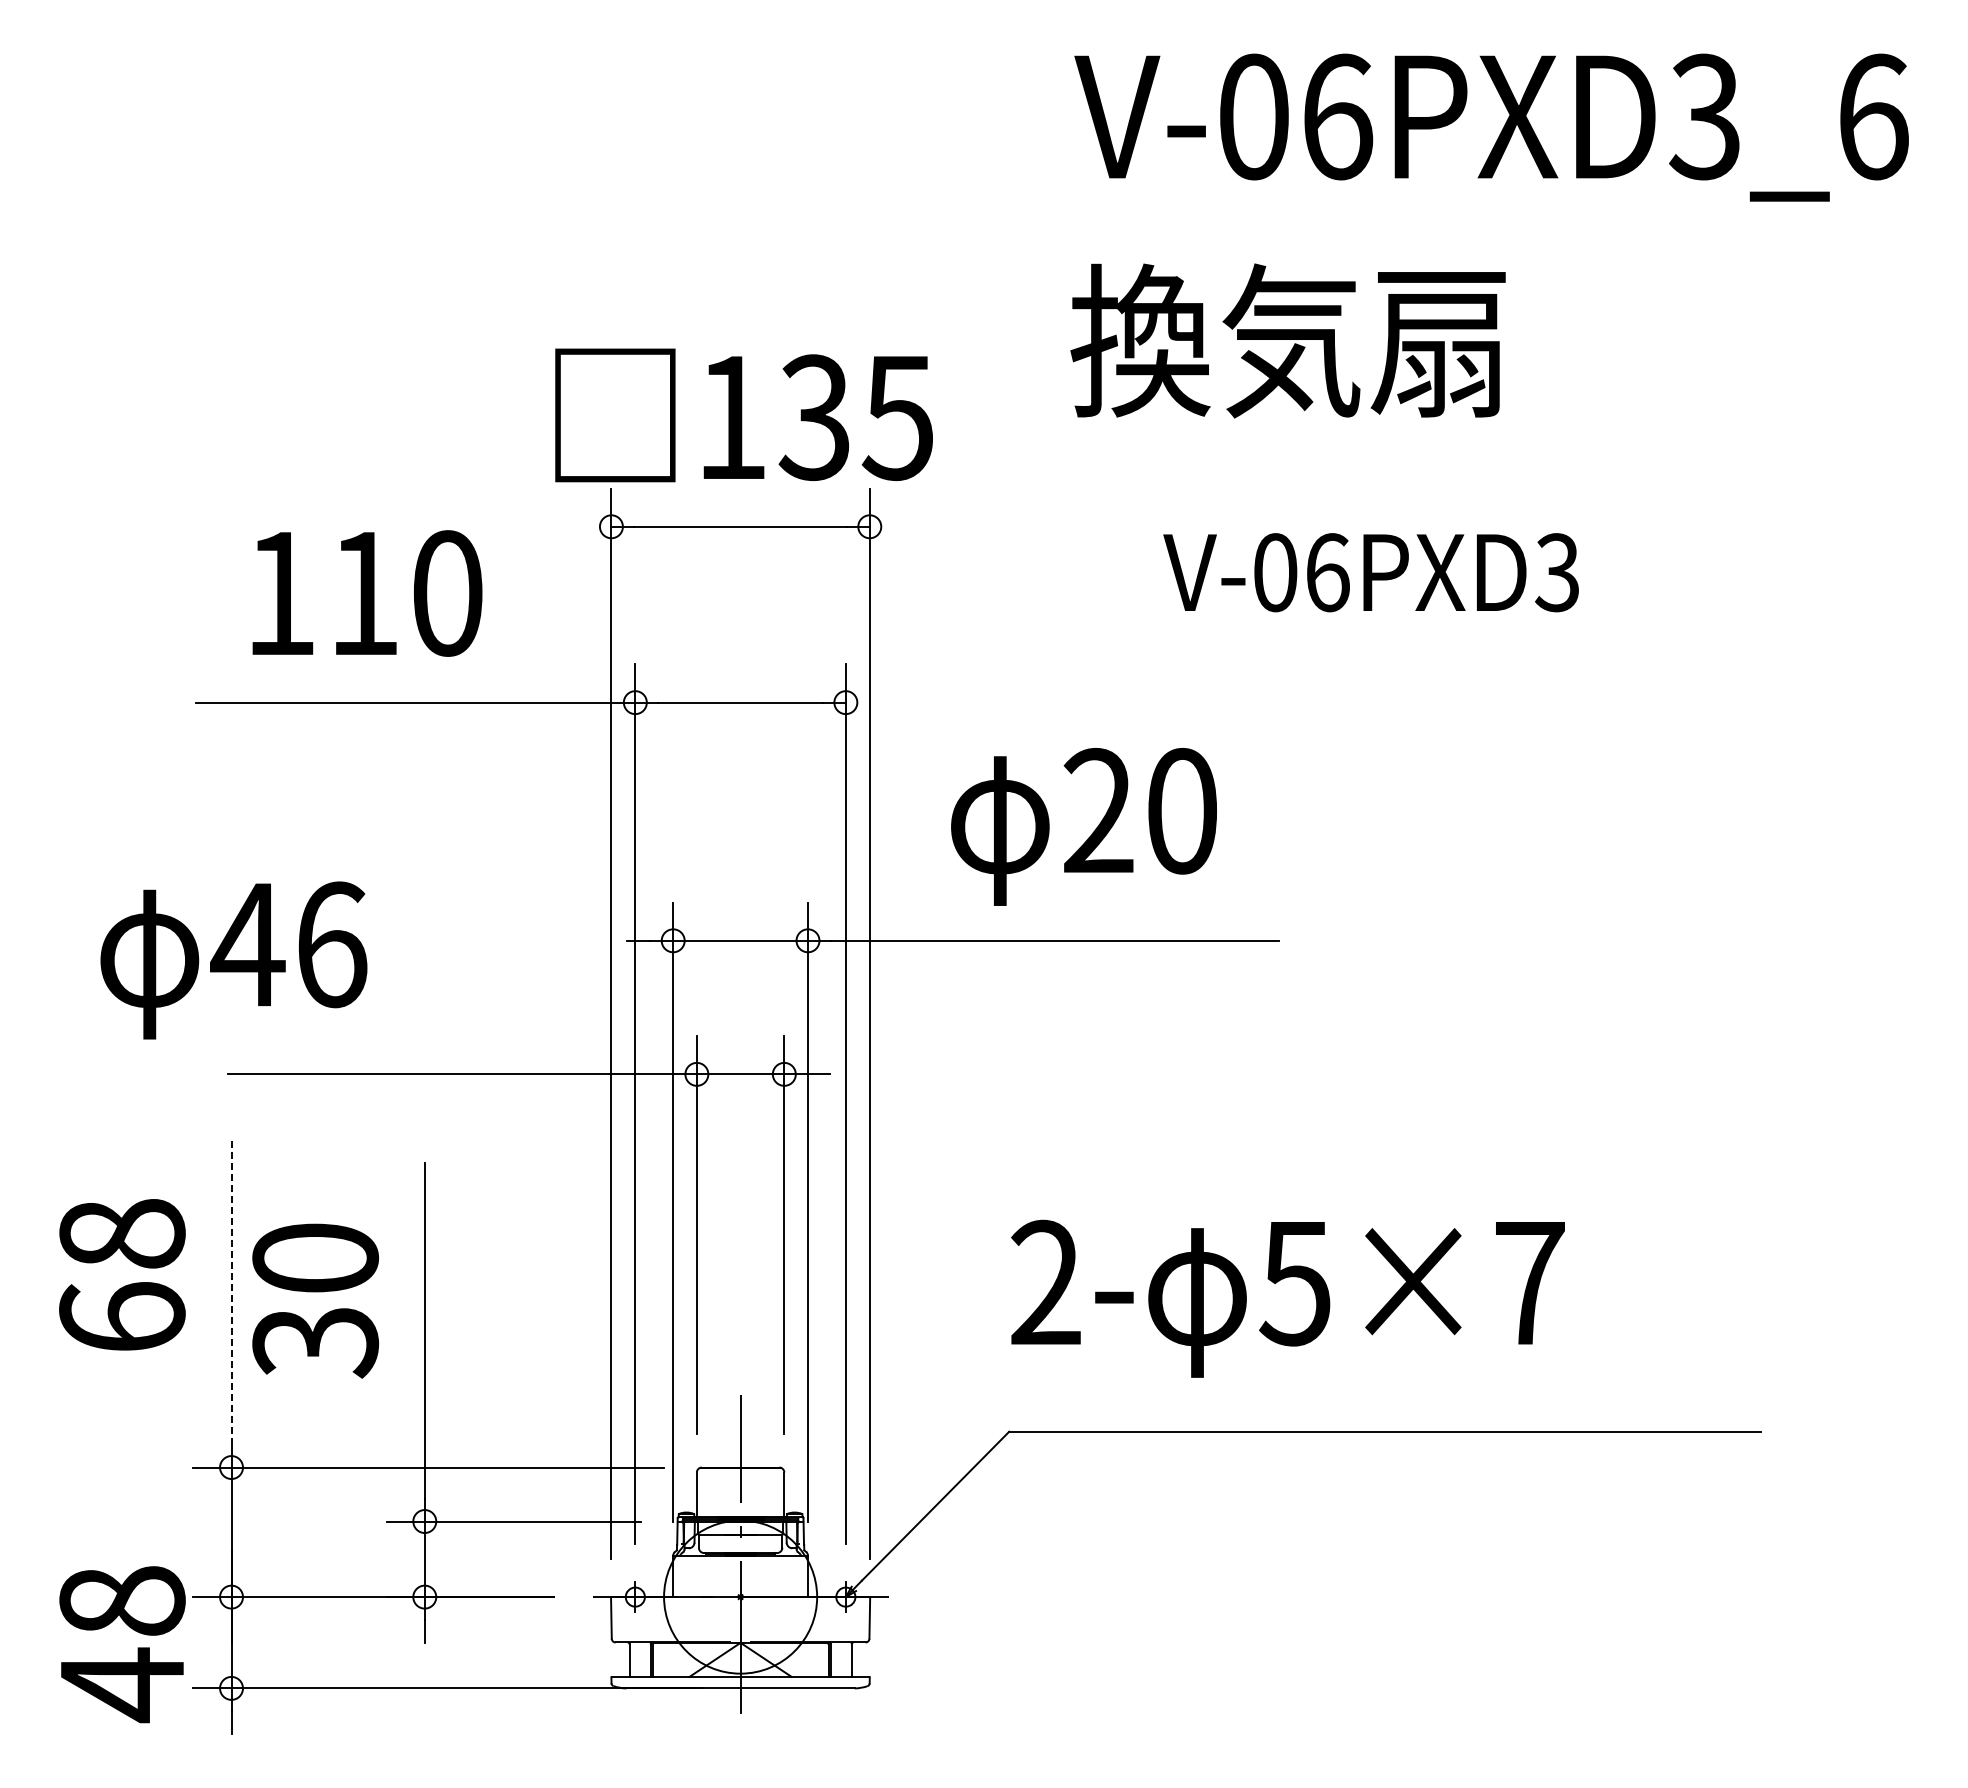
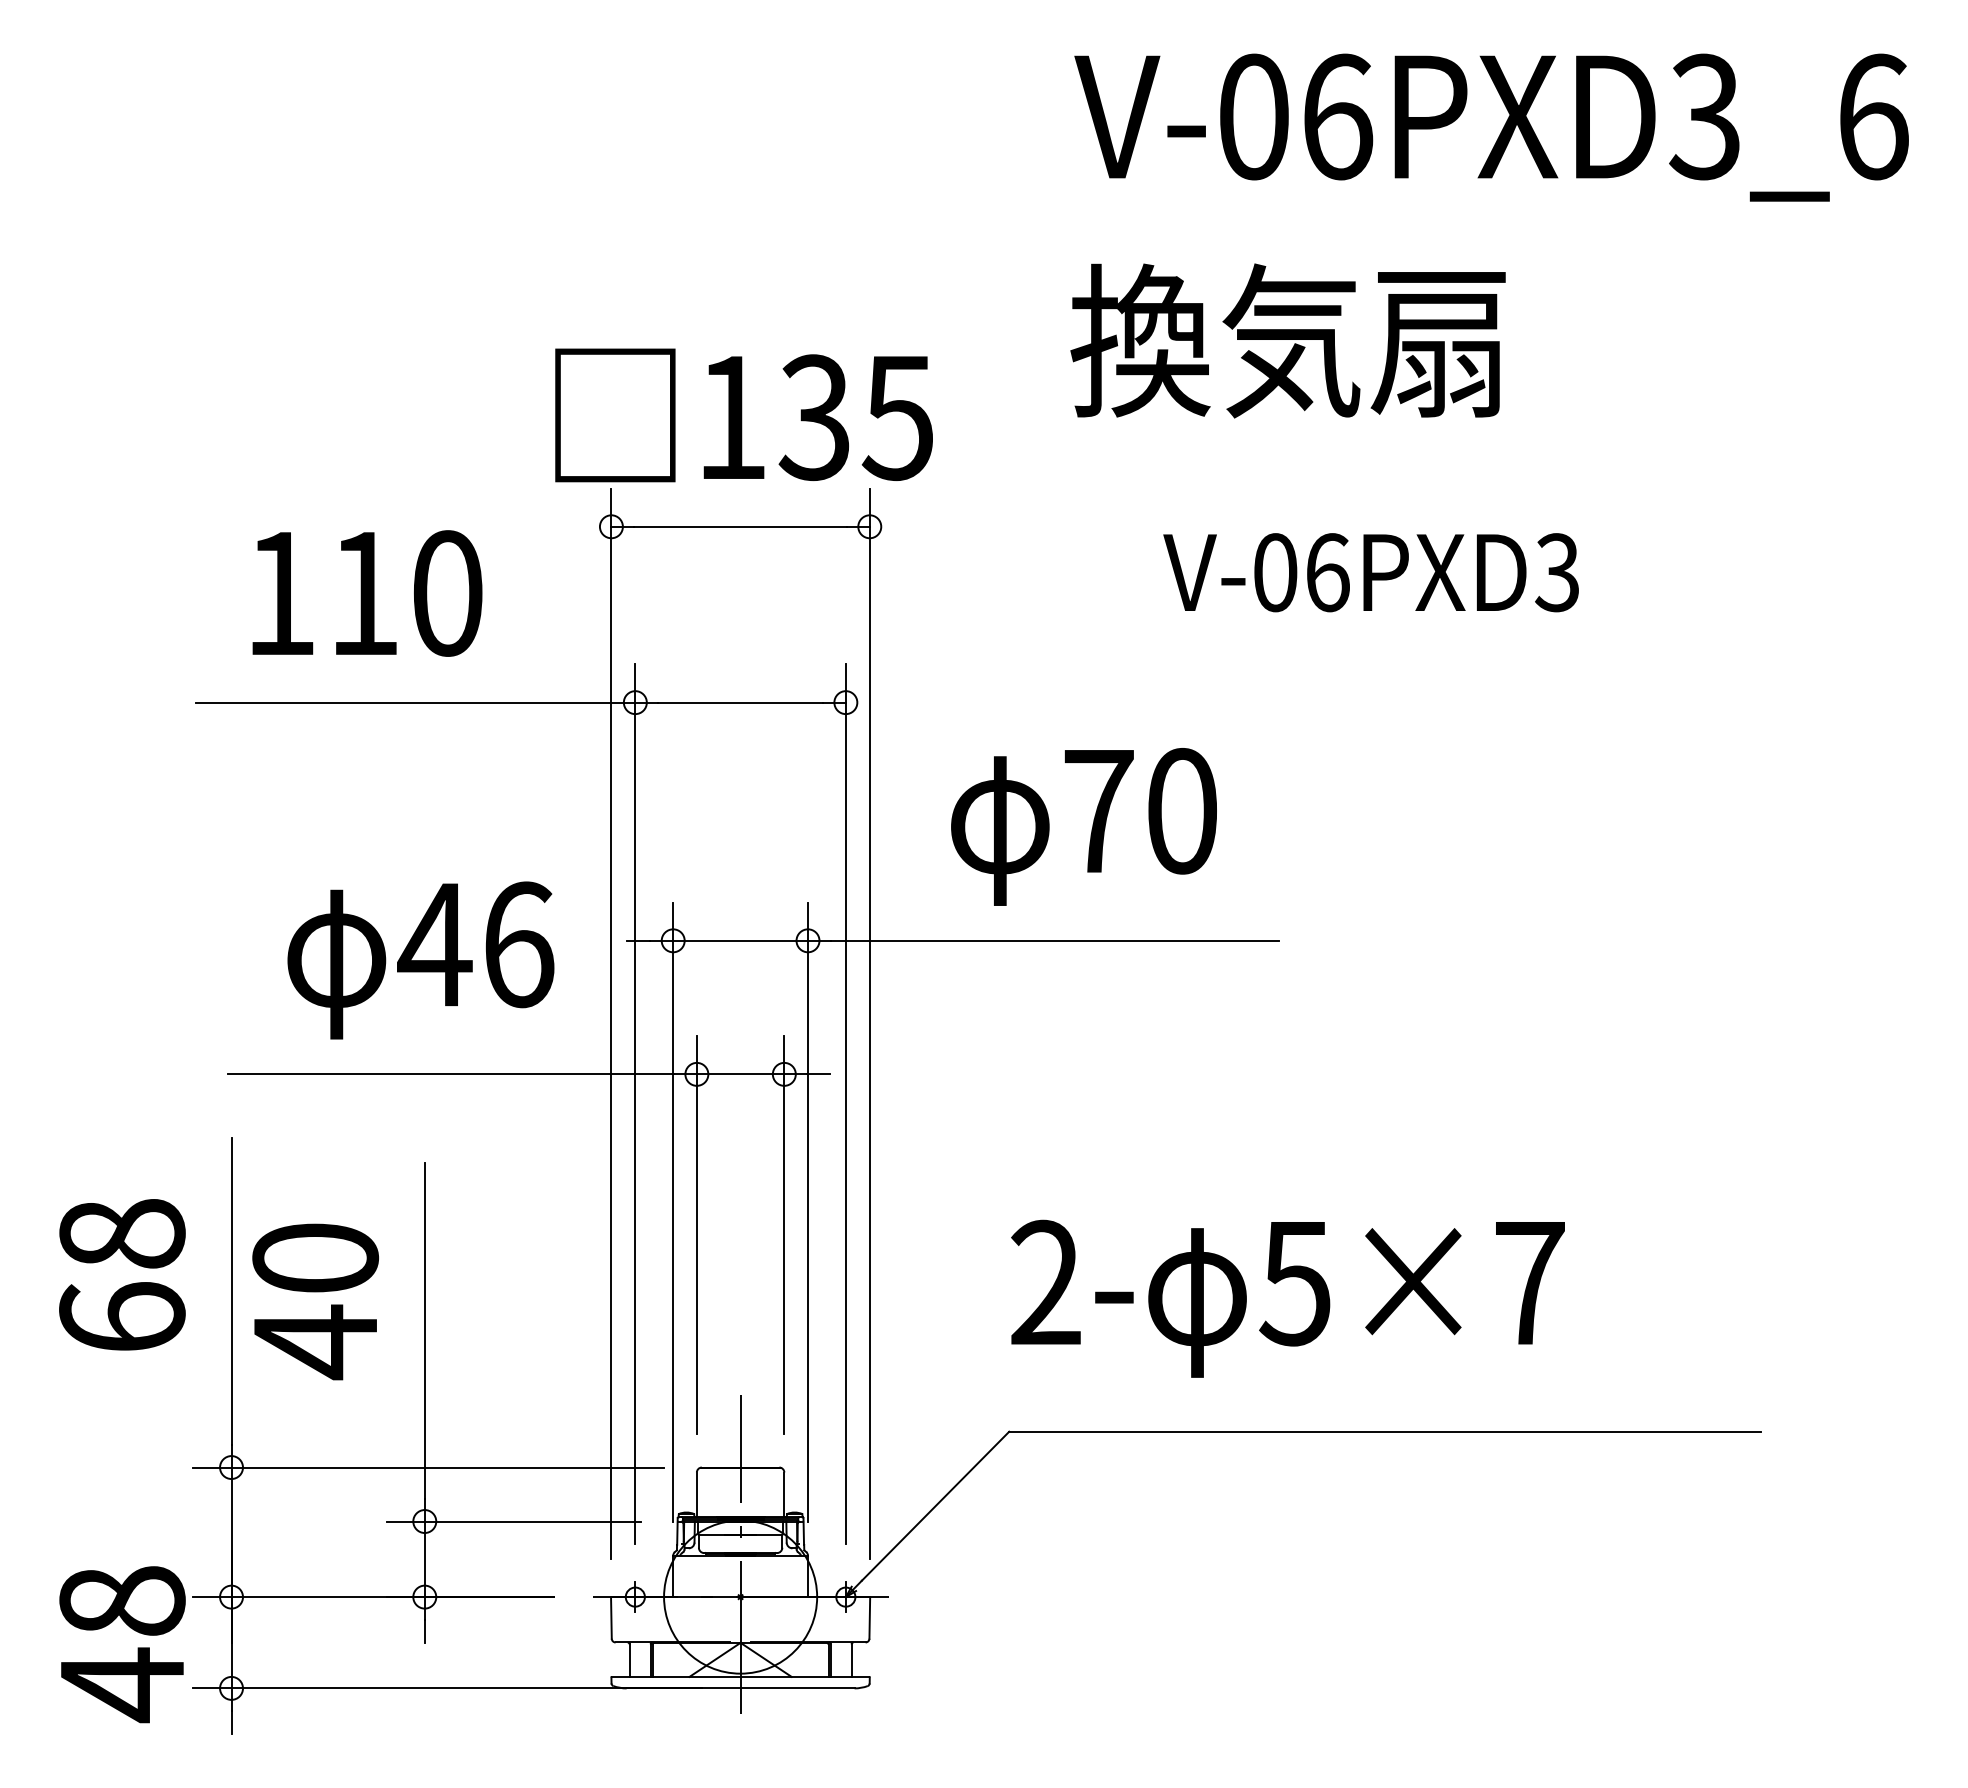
text at (1098, 810): 20 -> 70
text at (233, 960) position: (233, 960) -> (420, 960)
line at (231, 1291): dashed -> solid
text at (315, 1342): 30 -> 40
